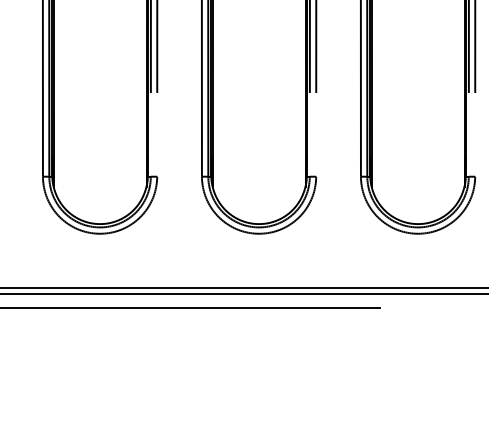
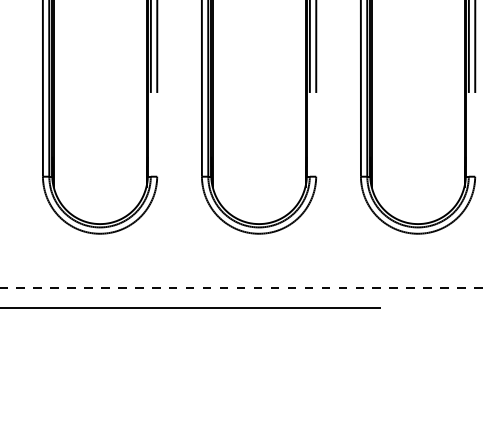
line at (244, 288): solid -> dashed
line at (243, 294): present -> none
